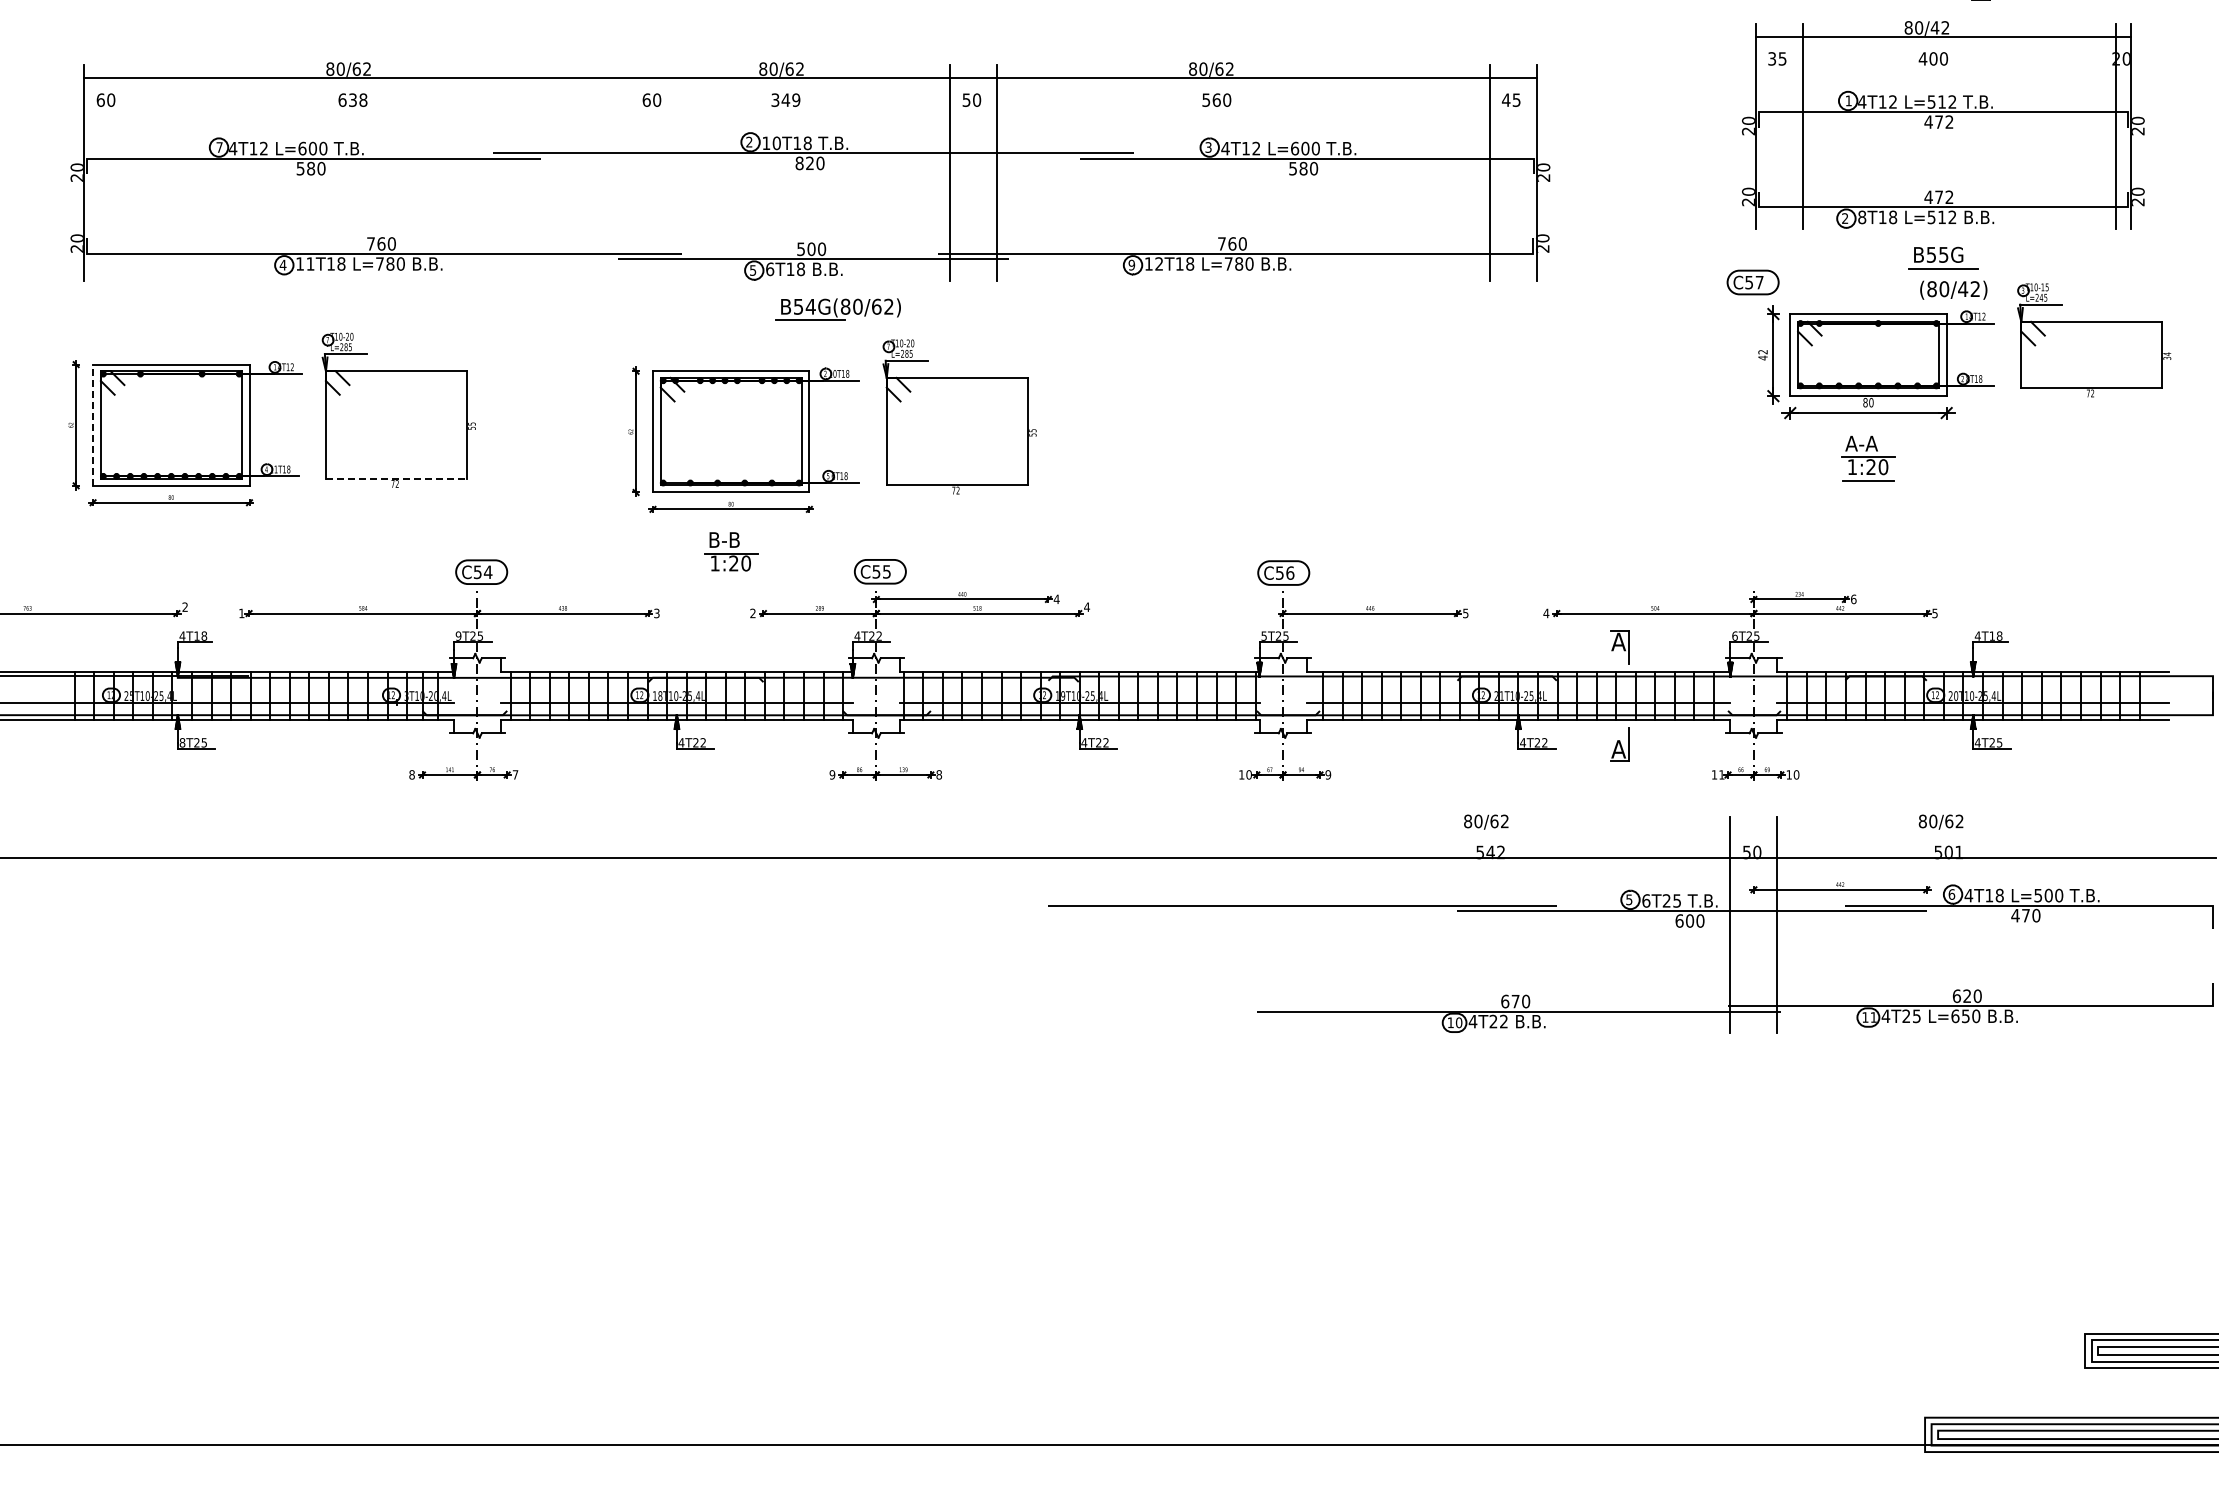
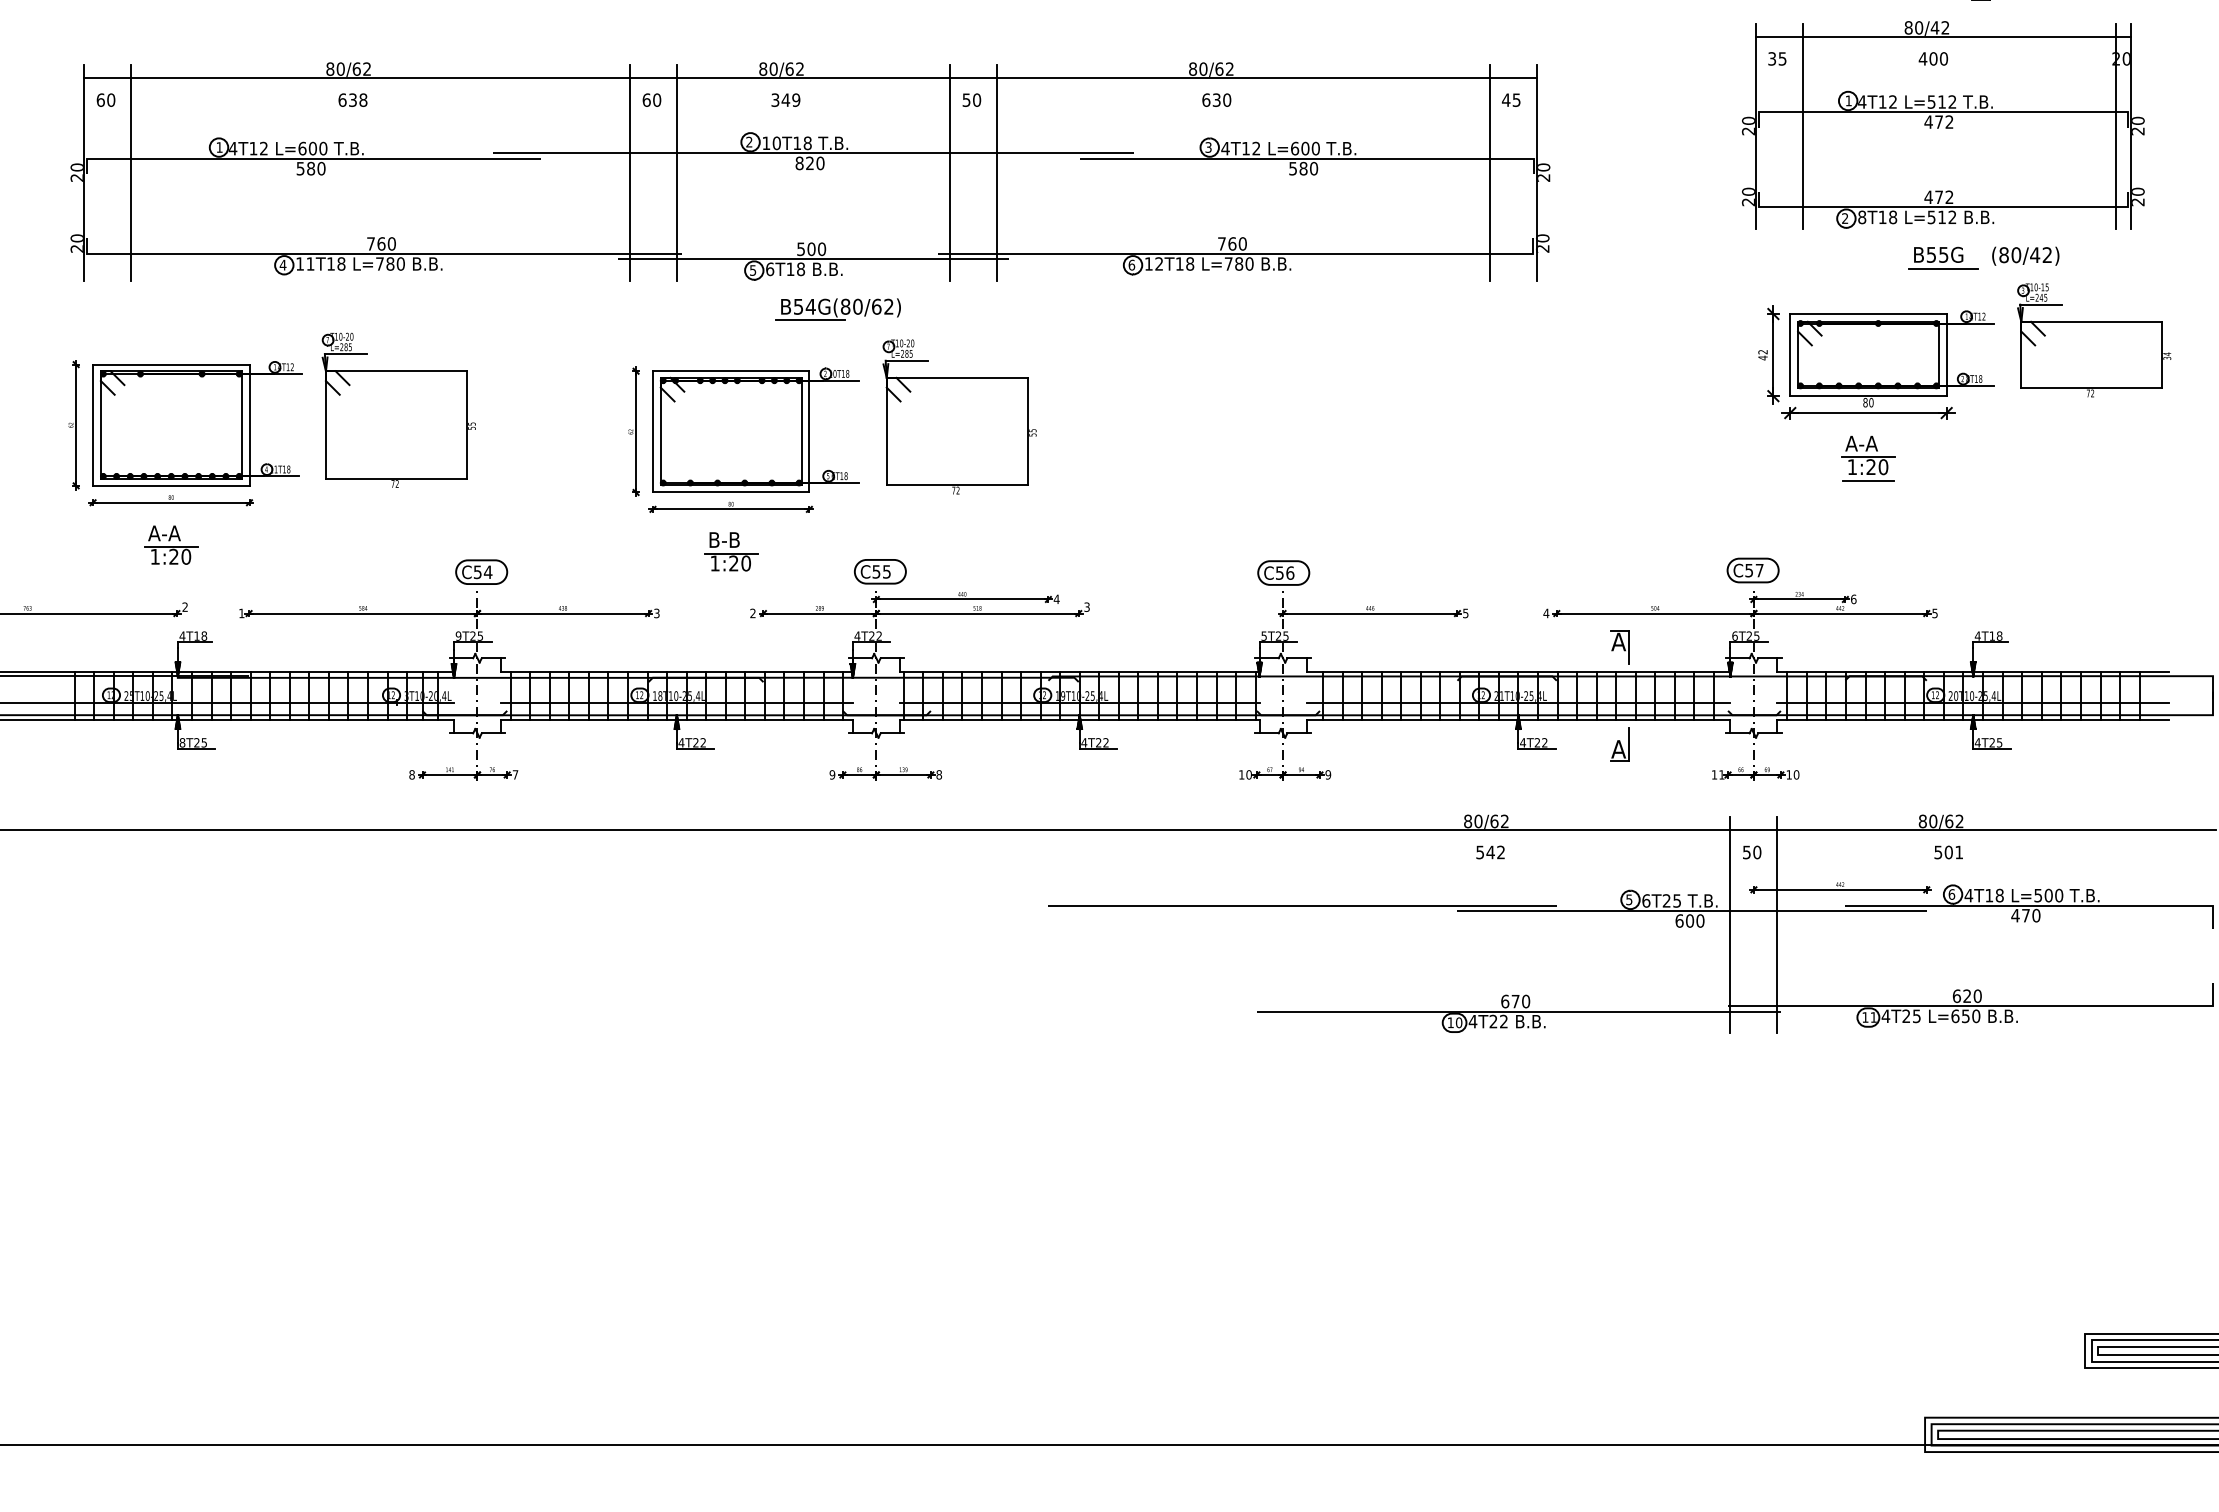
text at (1211, 99): 560 -> 630
text at (219, 147): 7 -> 1
line at (131, 172): none -> present
line at (630, 172): none -> present
line at (677, 172): none -> present
text at (1131, 264): 9 -> 6
part at (1752, 282) position: (1752, 282) -> (1752, 570)
text at (1953, 289) position: (1953, 289) -> (2025, 255)
line at (93, 425): dashed -> solid
line at (396, 478): dashed -> solid
part at (171, 544): none -> present
text at (1087, 606): 4 -> 3
line at (1108, 858) position: (1108, 858) -> (1108, 830)
